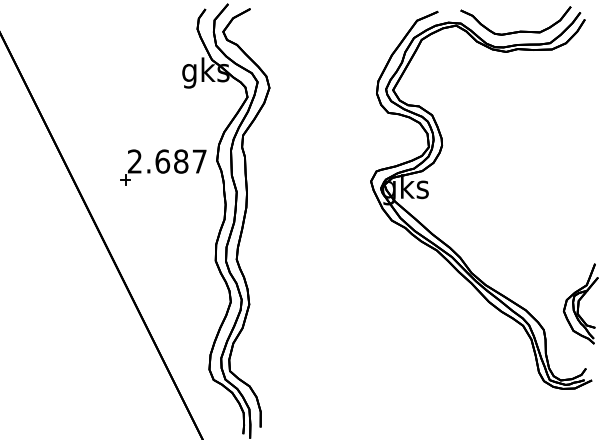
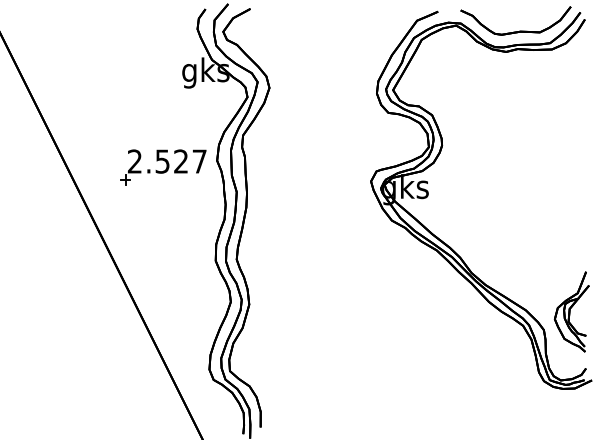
text at (171, 161): 2.687 -> 2.527
part at (580, 303) position: (580, 303) -> (571, 311)
